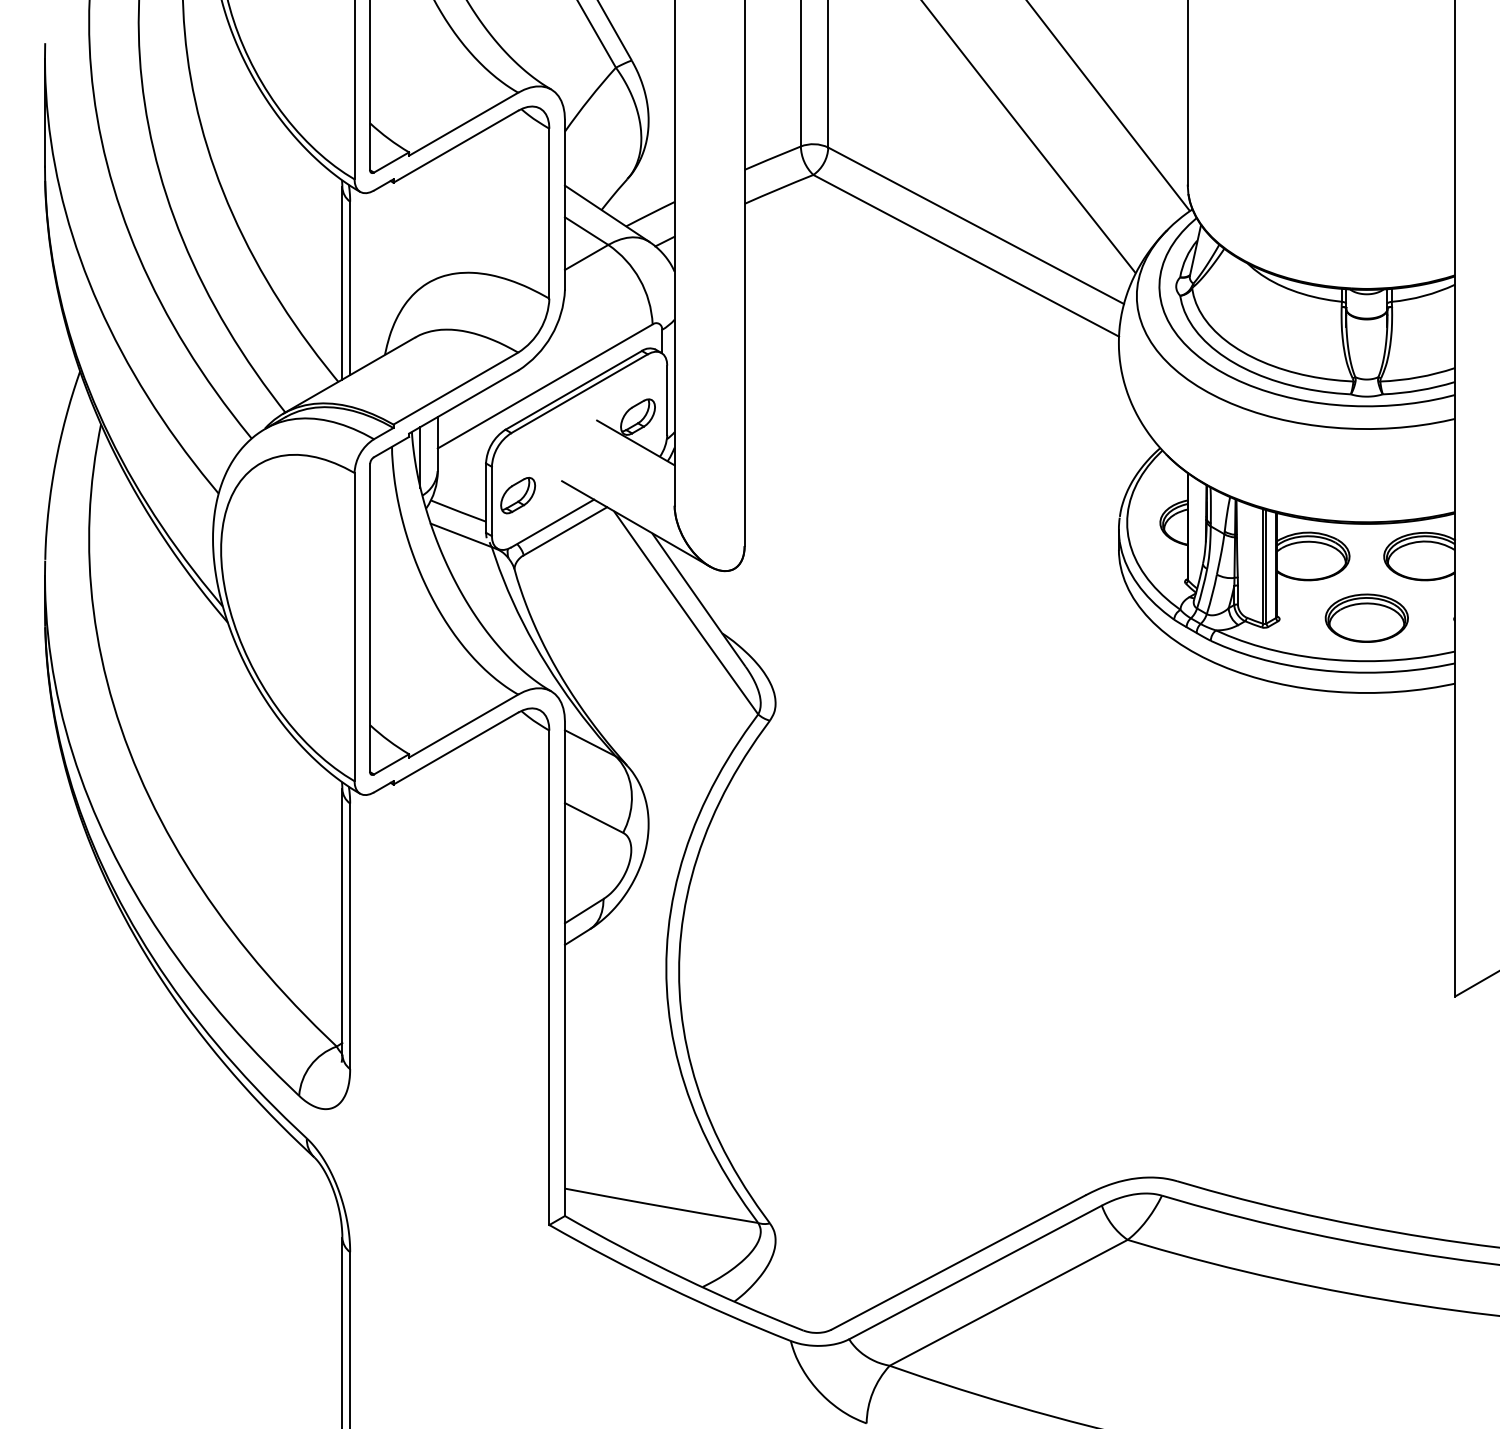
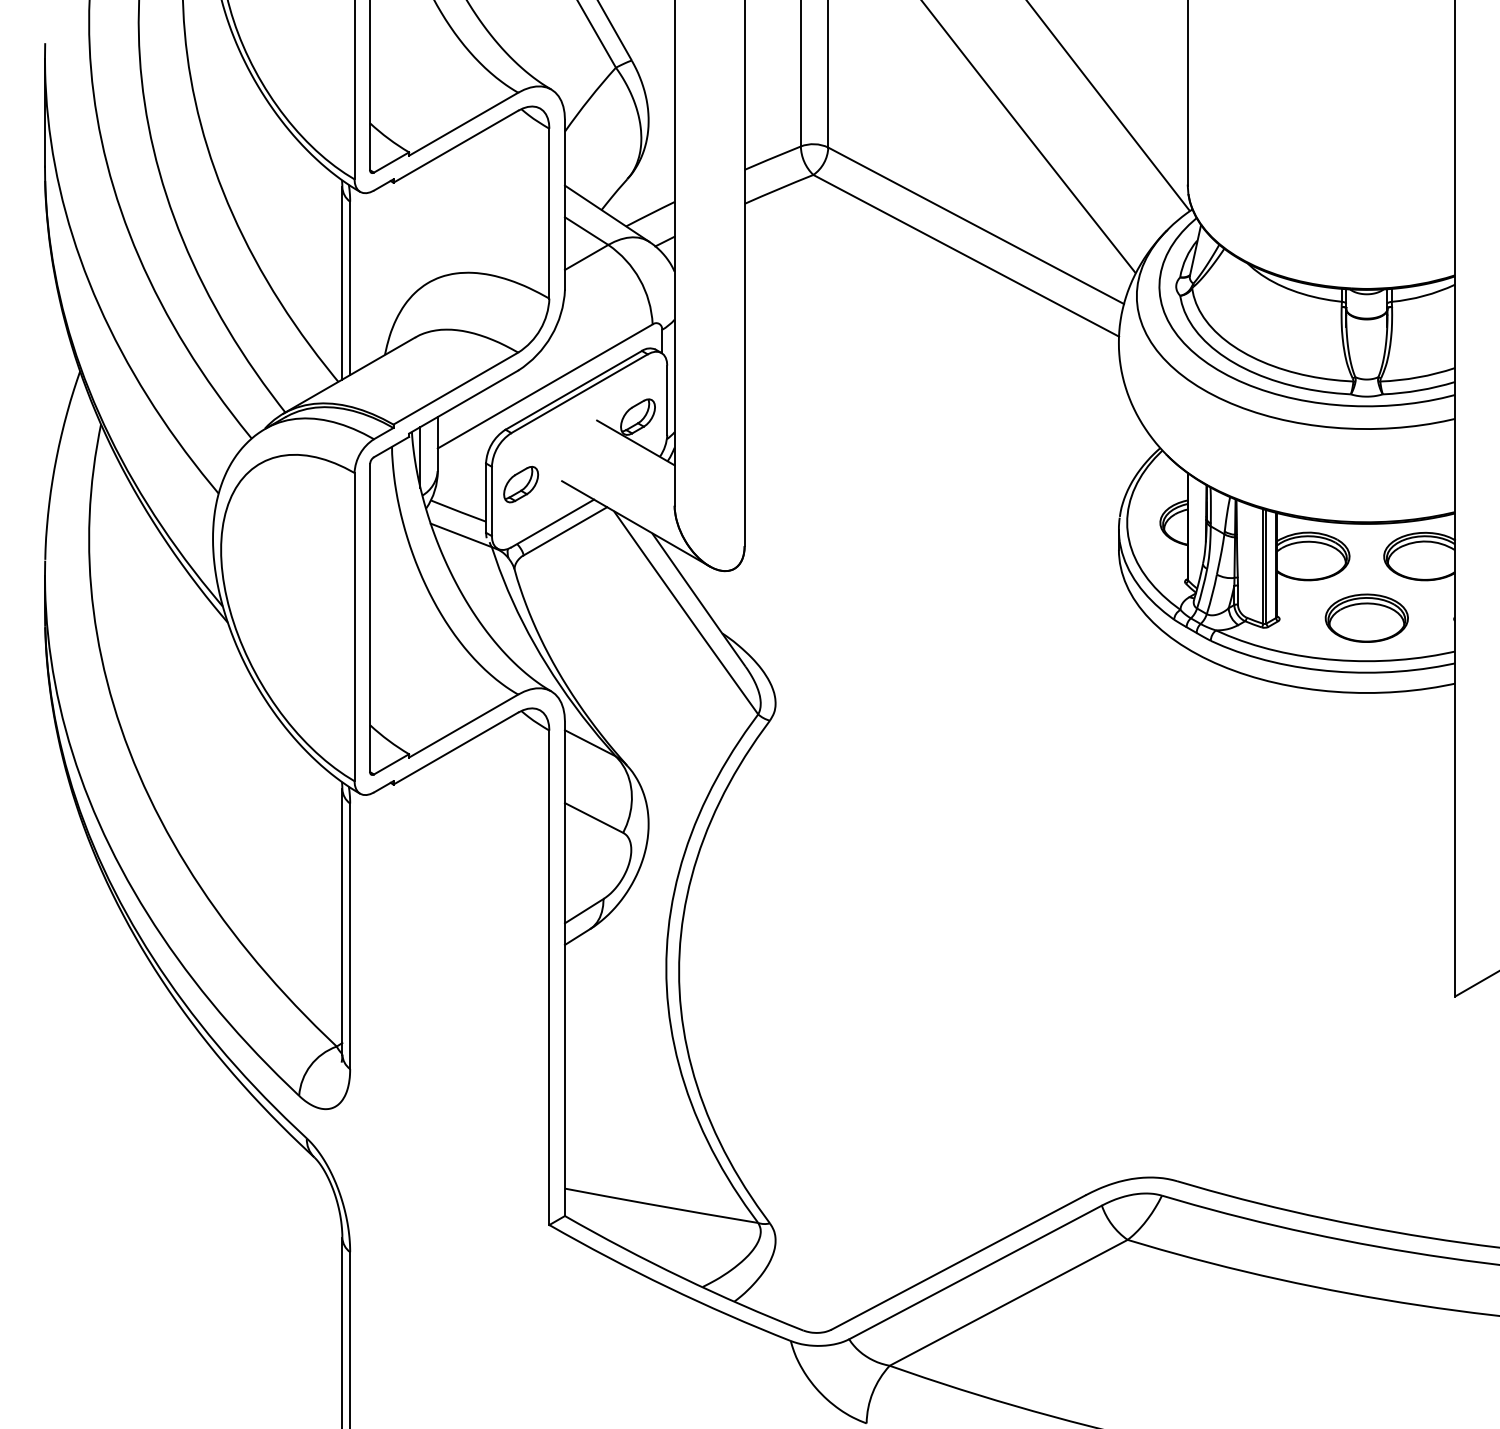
part at (518, 495) position: (518, 495) -> (521, 484)
